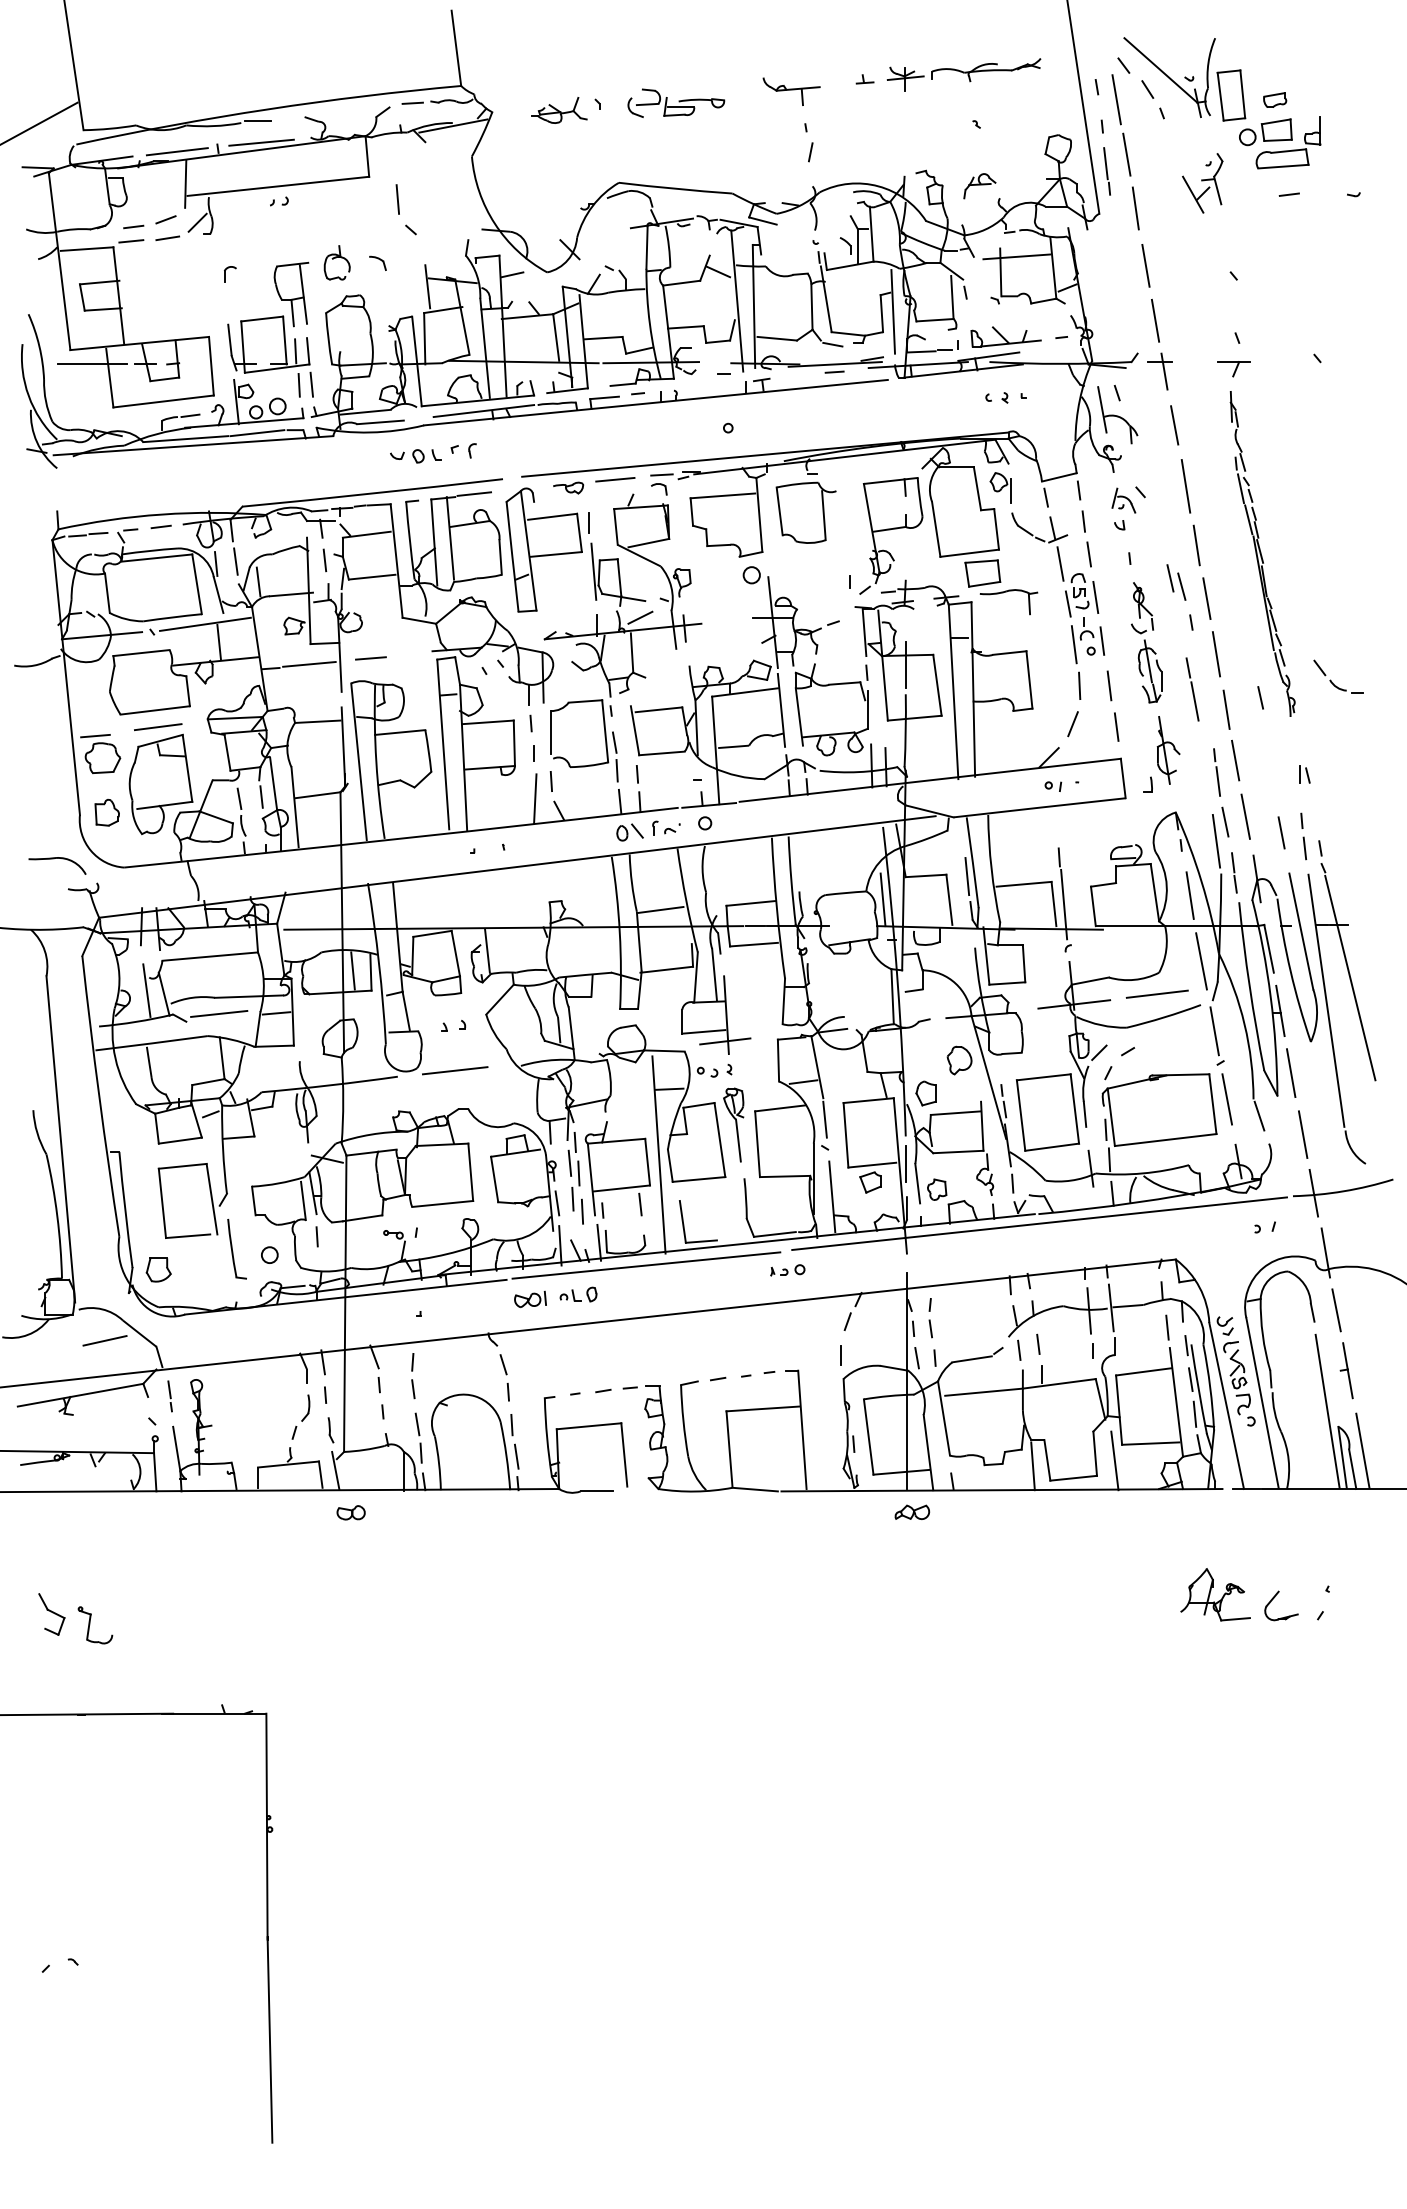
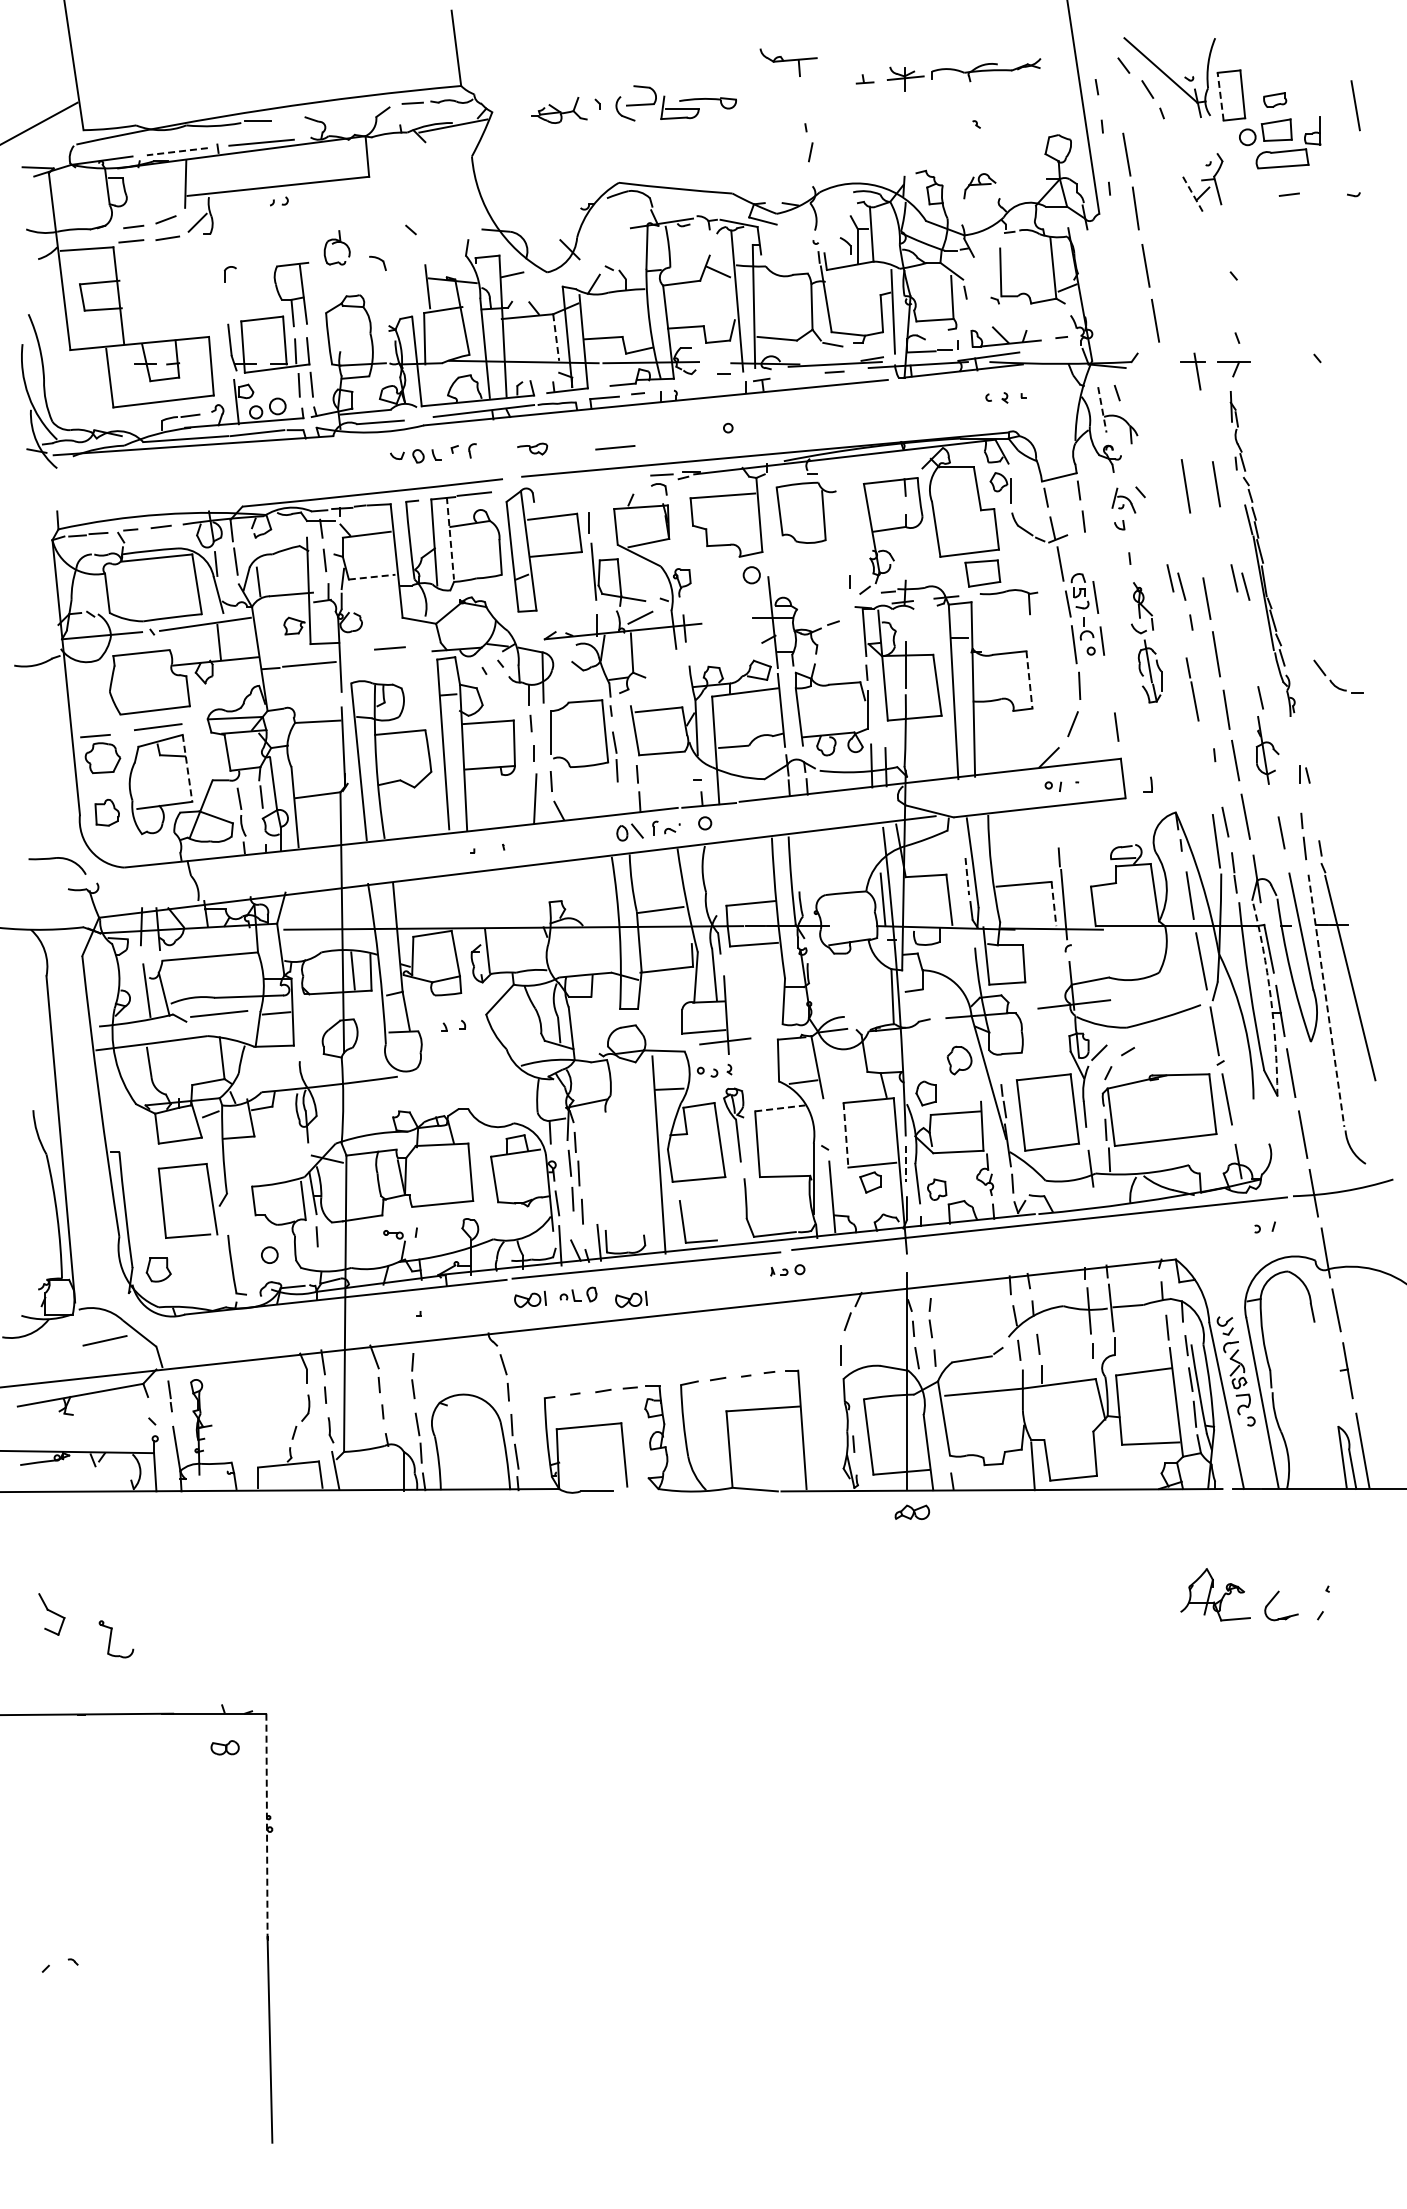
part at (791, 91) position: (791, 91) -> (788, 62)
line at (1220, 96): solid -> dashed
line at (1116, 99) position: (1116, 99) -> (1355, 105)
part at (676, 102) size: 99x30 px -> 122x37 px
line at (177, 151): solid -> dashed
line at (1105, 163): present -> none
line at (1193, 194): solid -> dashed
line at (397, 199): present -> none
line at (1016, 256): present -> none
part at (336, 262) position: (336, 262) -> (336, 247)
line at (556, 338): solid -> dashed
line at (92, 364): present -> none
part at (1159, 371) position: (1159, 371) -> (1192, 371)
line at (1102, 410): solid -> dashed
line at (1174, 425): present -> none
line at (615, 479) position: (615, 479) -> (615, 447)
line at (1216, 484): none -> present
part at (568, 487) position: (568, 487) -> (532, 448)
line at (1240, 488): present -> none
line at (450, 538): solid -> dashed
line at (1196, 545): present -> none
line at (1089, 554): present -> none
line at (372, 577): solid -> dashed
part at (1240, 582): none -> present
line at (370, 658) position: (370, 658) -> (389, 648)
line at (1029, 679): solid -> dashed
line at (1109, 685): present -> none
part at (1168, 750) position: (1168, 750) -> (1267, 750)
line at (187, 768): solid -> dashed
line at (1218, 781): present -> none
line at (619, 801): present -> none
line at (967, 876): solid -> dashed
line at (1054, 904): solid -> dashed
line at (1156, 993): present -> none
arc at (1270, 997): solid -> dashed
line at (1326, 1001): solid -> dashed
line at (454, 1070): present -> none
line at (780, 1108): solid -> dashed
line at (1259, 1115): present -> none
line at (824, 1119): present -> none
line at (846, 1135): solid -> dashed
line at (905, 1163): solid -> dashed
part at (617, 1169): present -> none
line at (1112, 1193): present -> none
part at (236, 1249) position: (236, 1249) -> (236, 1265)
part at (631, 1299): none -> present
line at (1327, 1410): present -> none
line at (1114, 1460): present -> none
part at (350, 1512) position: (350, 1512) -> (224, 1747)
part at (95, 1625) position: (95, 1625) -> (116, 1639)
line at (266, 1826): solid -> dashed
